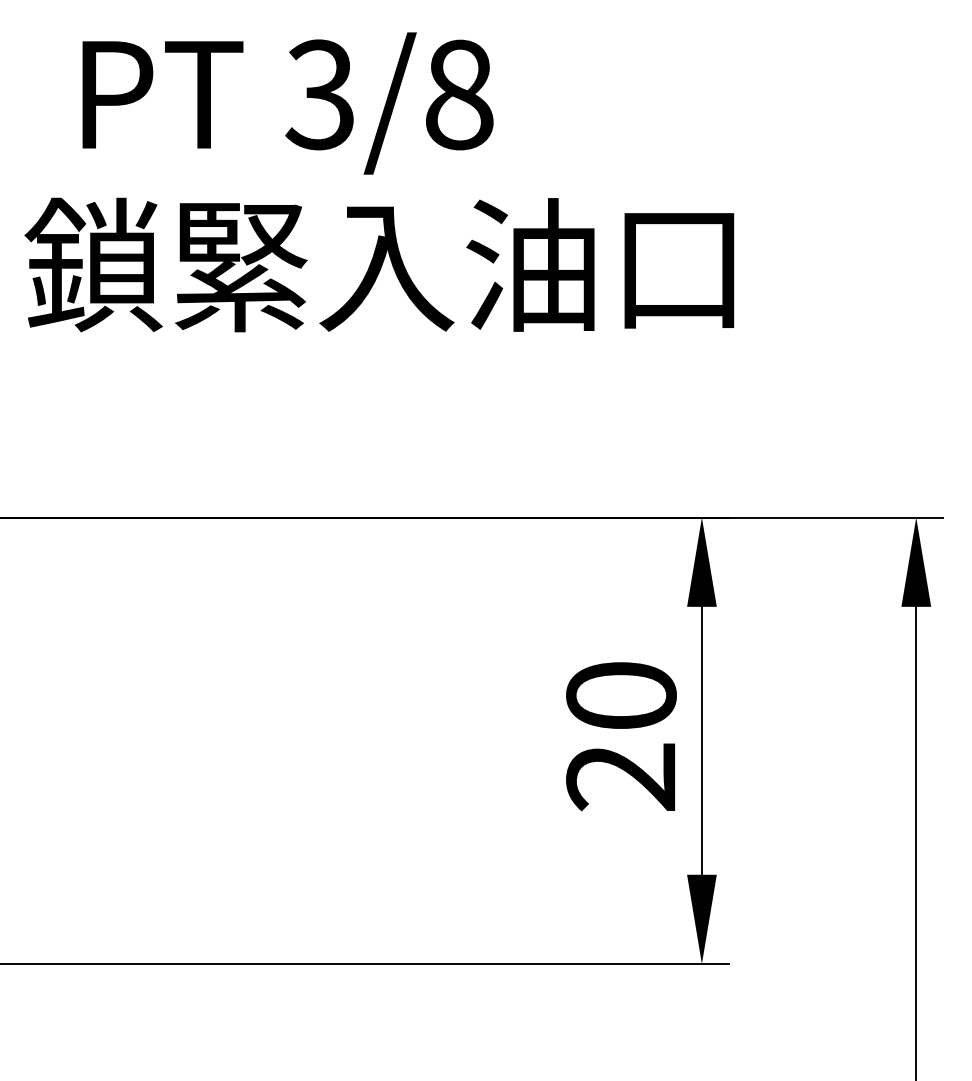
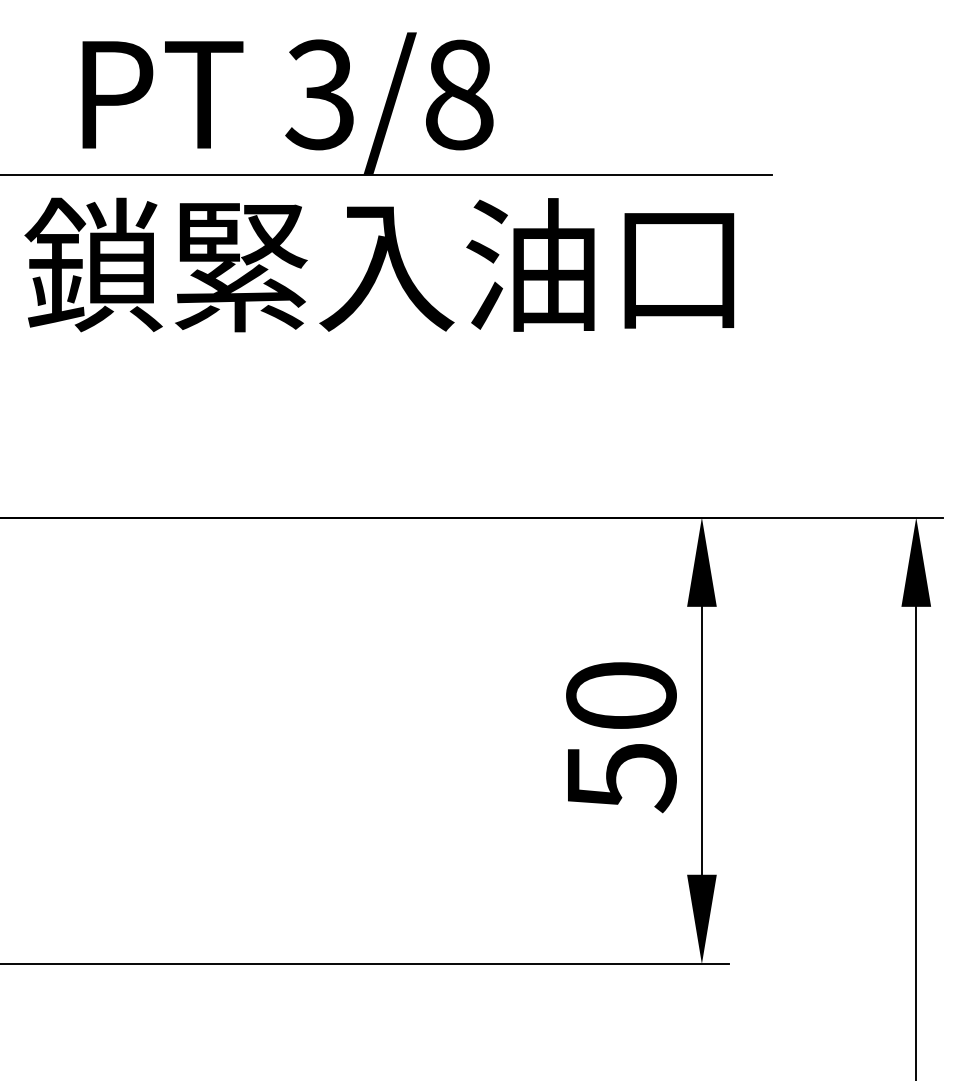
line at (387, 175): none -> present
text at (621, 778): 20 -> 50
